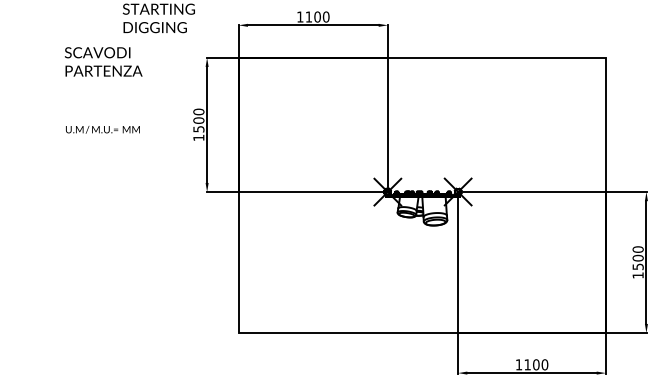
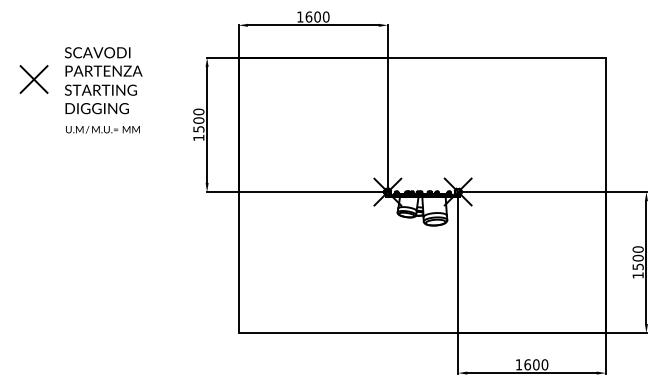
text at (308, 16): 1100 -> 1600
text at (158, 18) position: (158, 18) -> (100, 99)
part at (33, 79): none -> present
text at (527, 364): 1100 -> 1600
